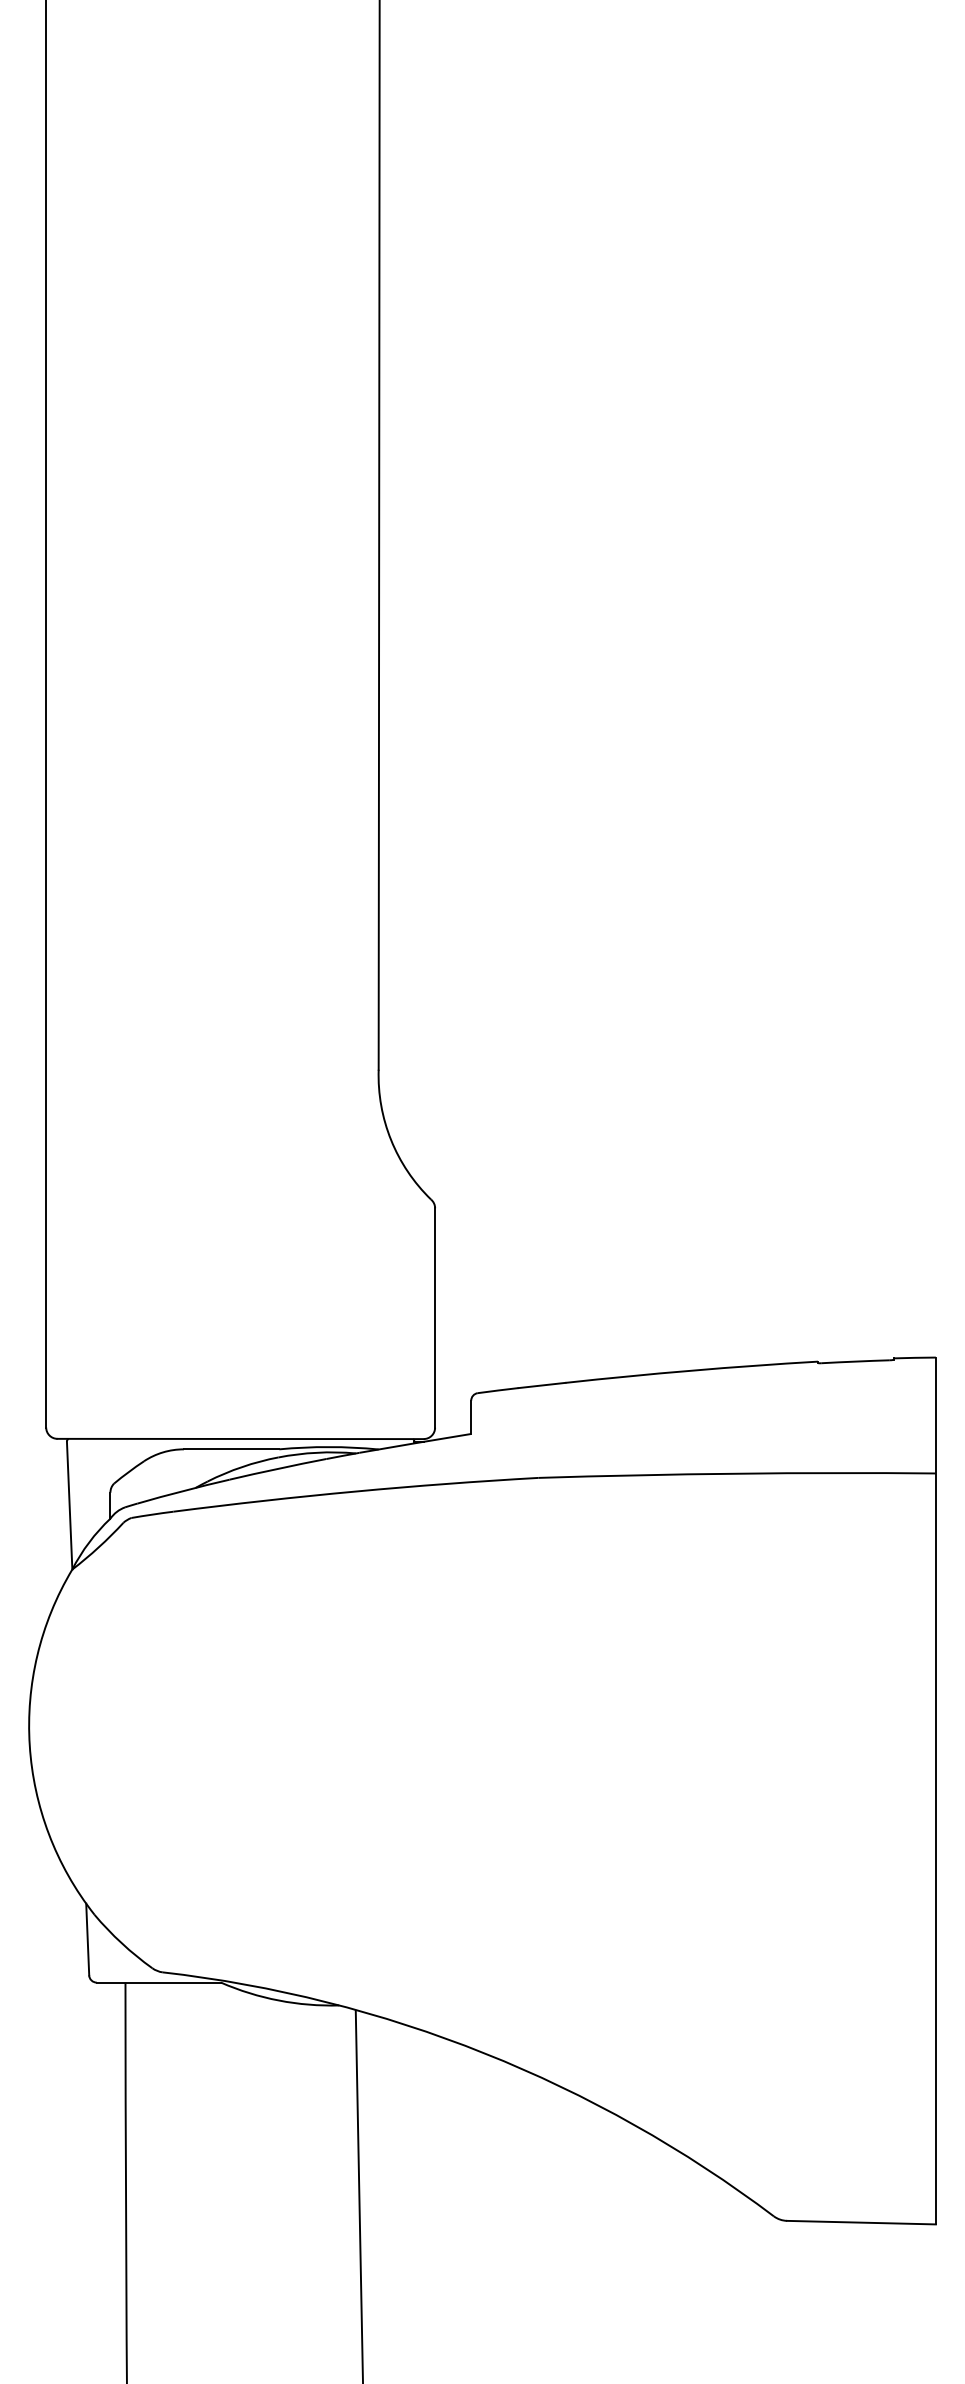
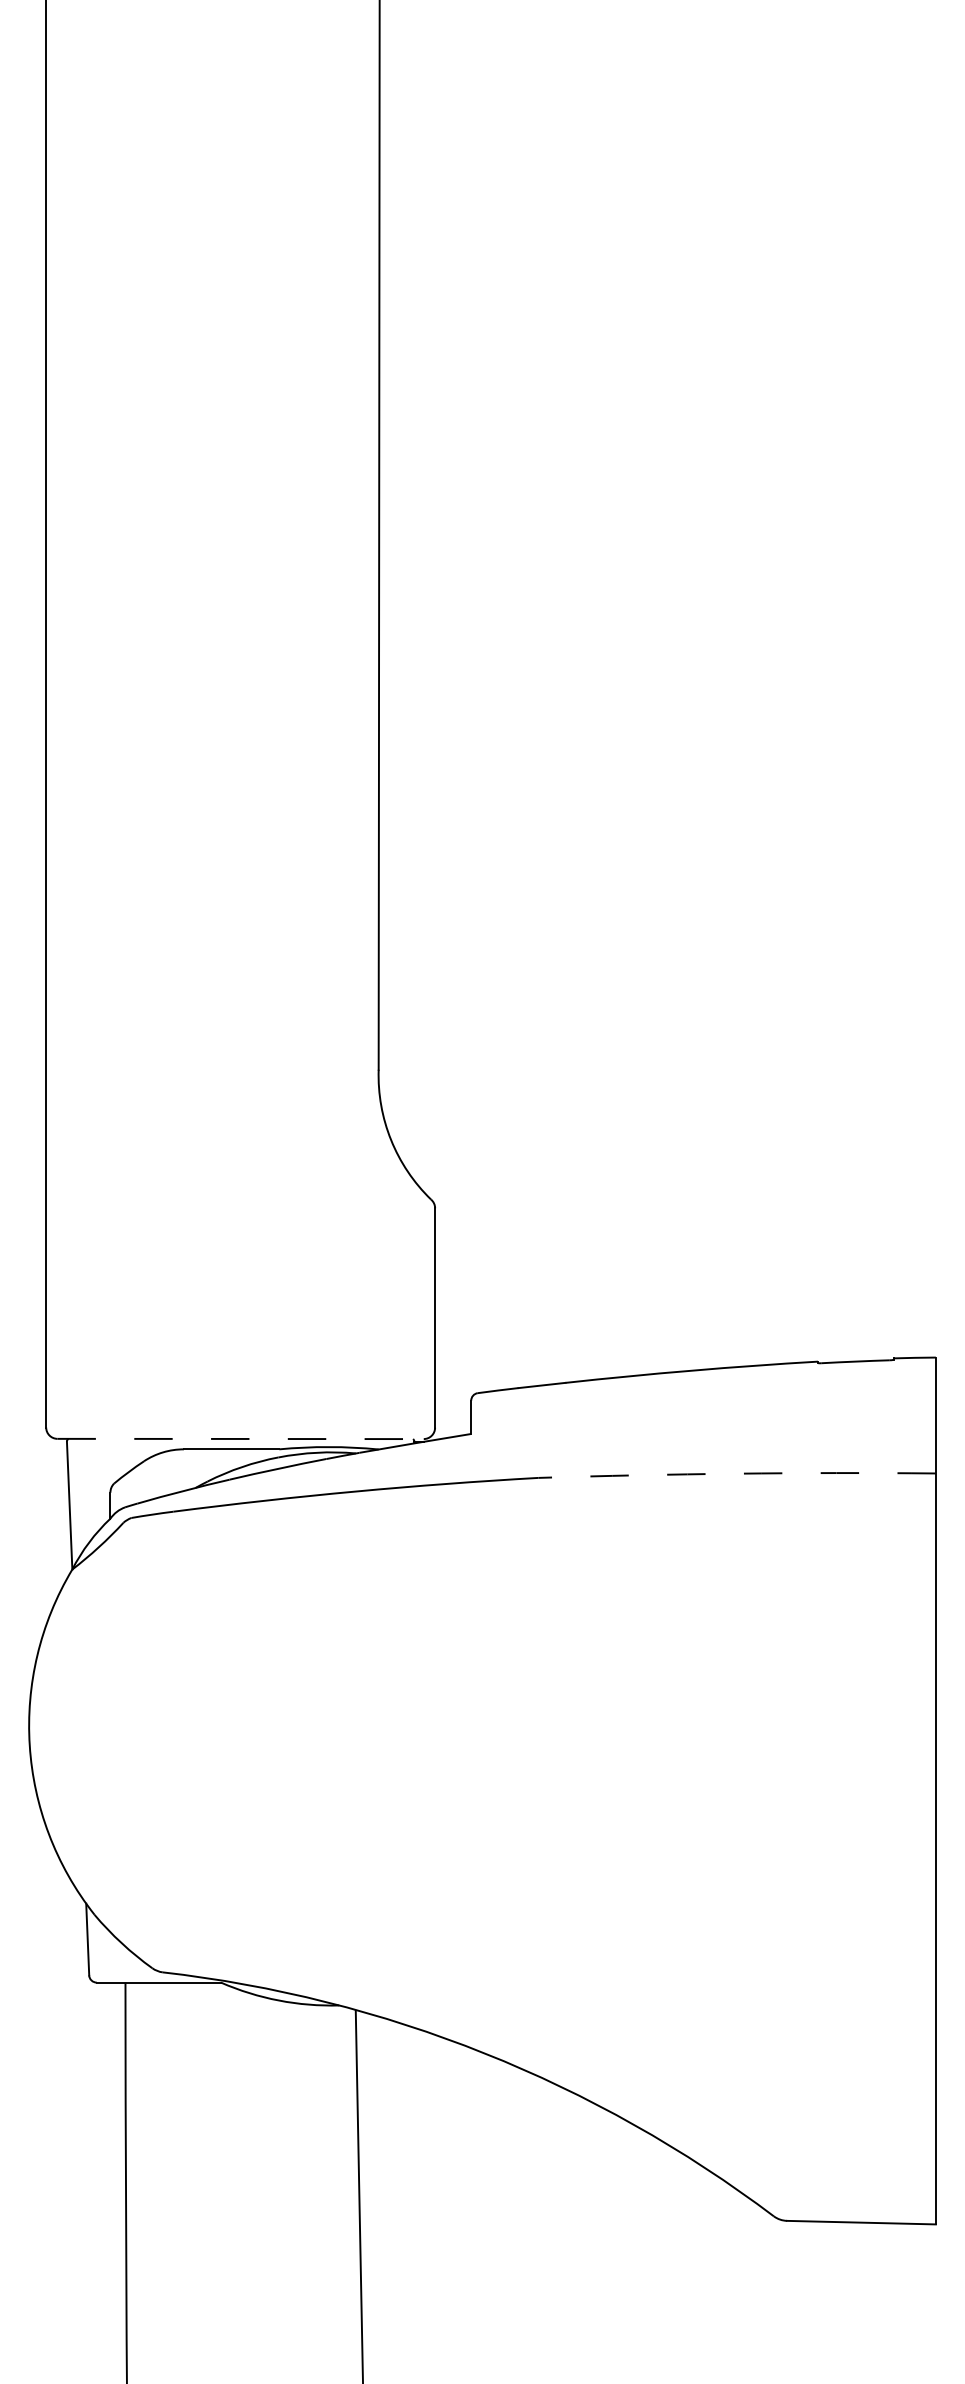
line at (241, 1438): solid -> dashed
arc at (737, 1473): solid -> dashed
